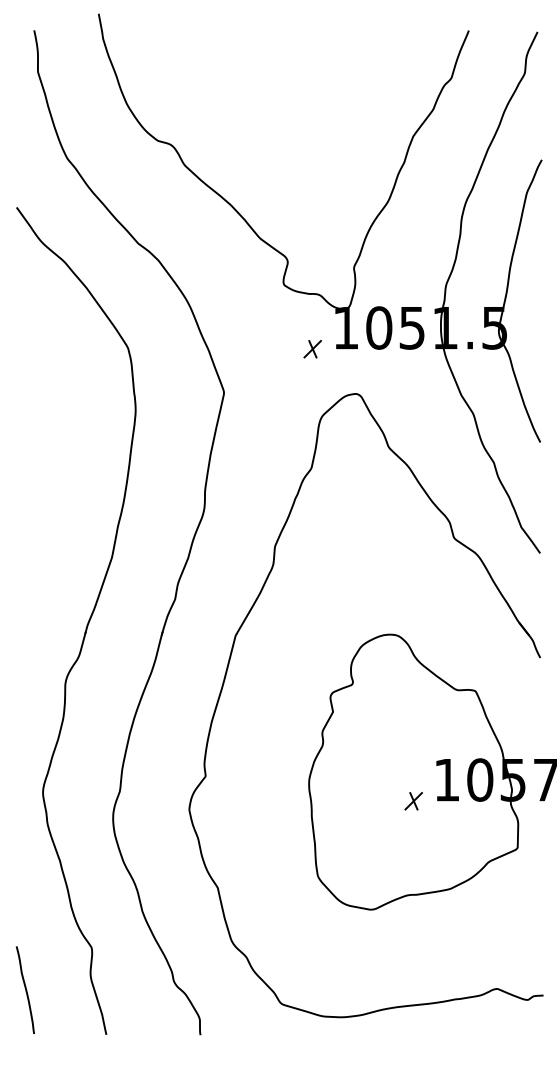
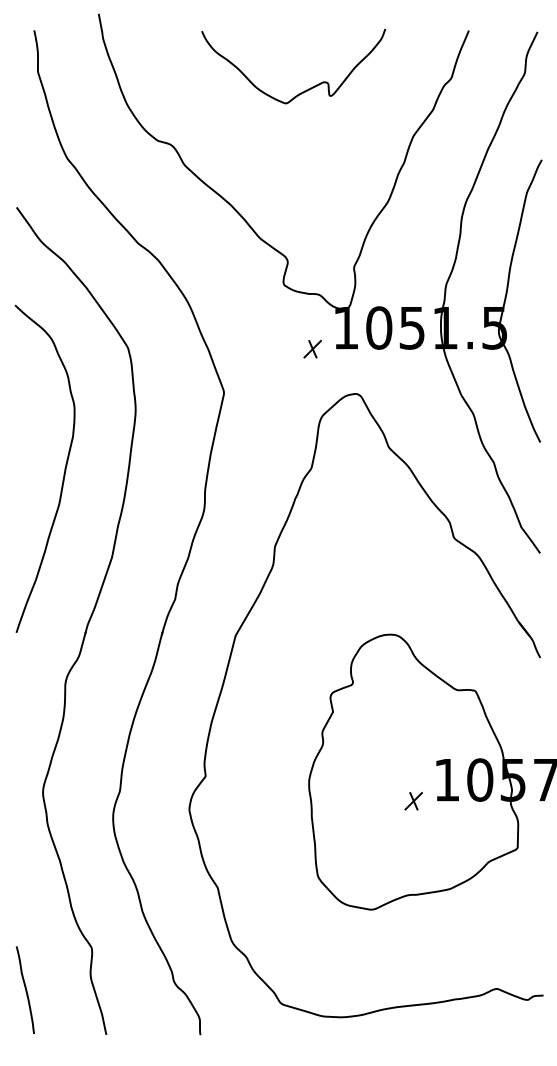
curve at (304, 90): none -> present
curve at (63, 473): none -> present
